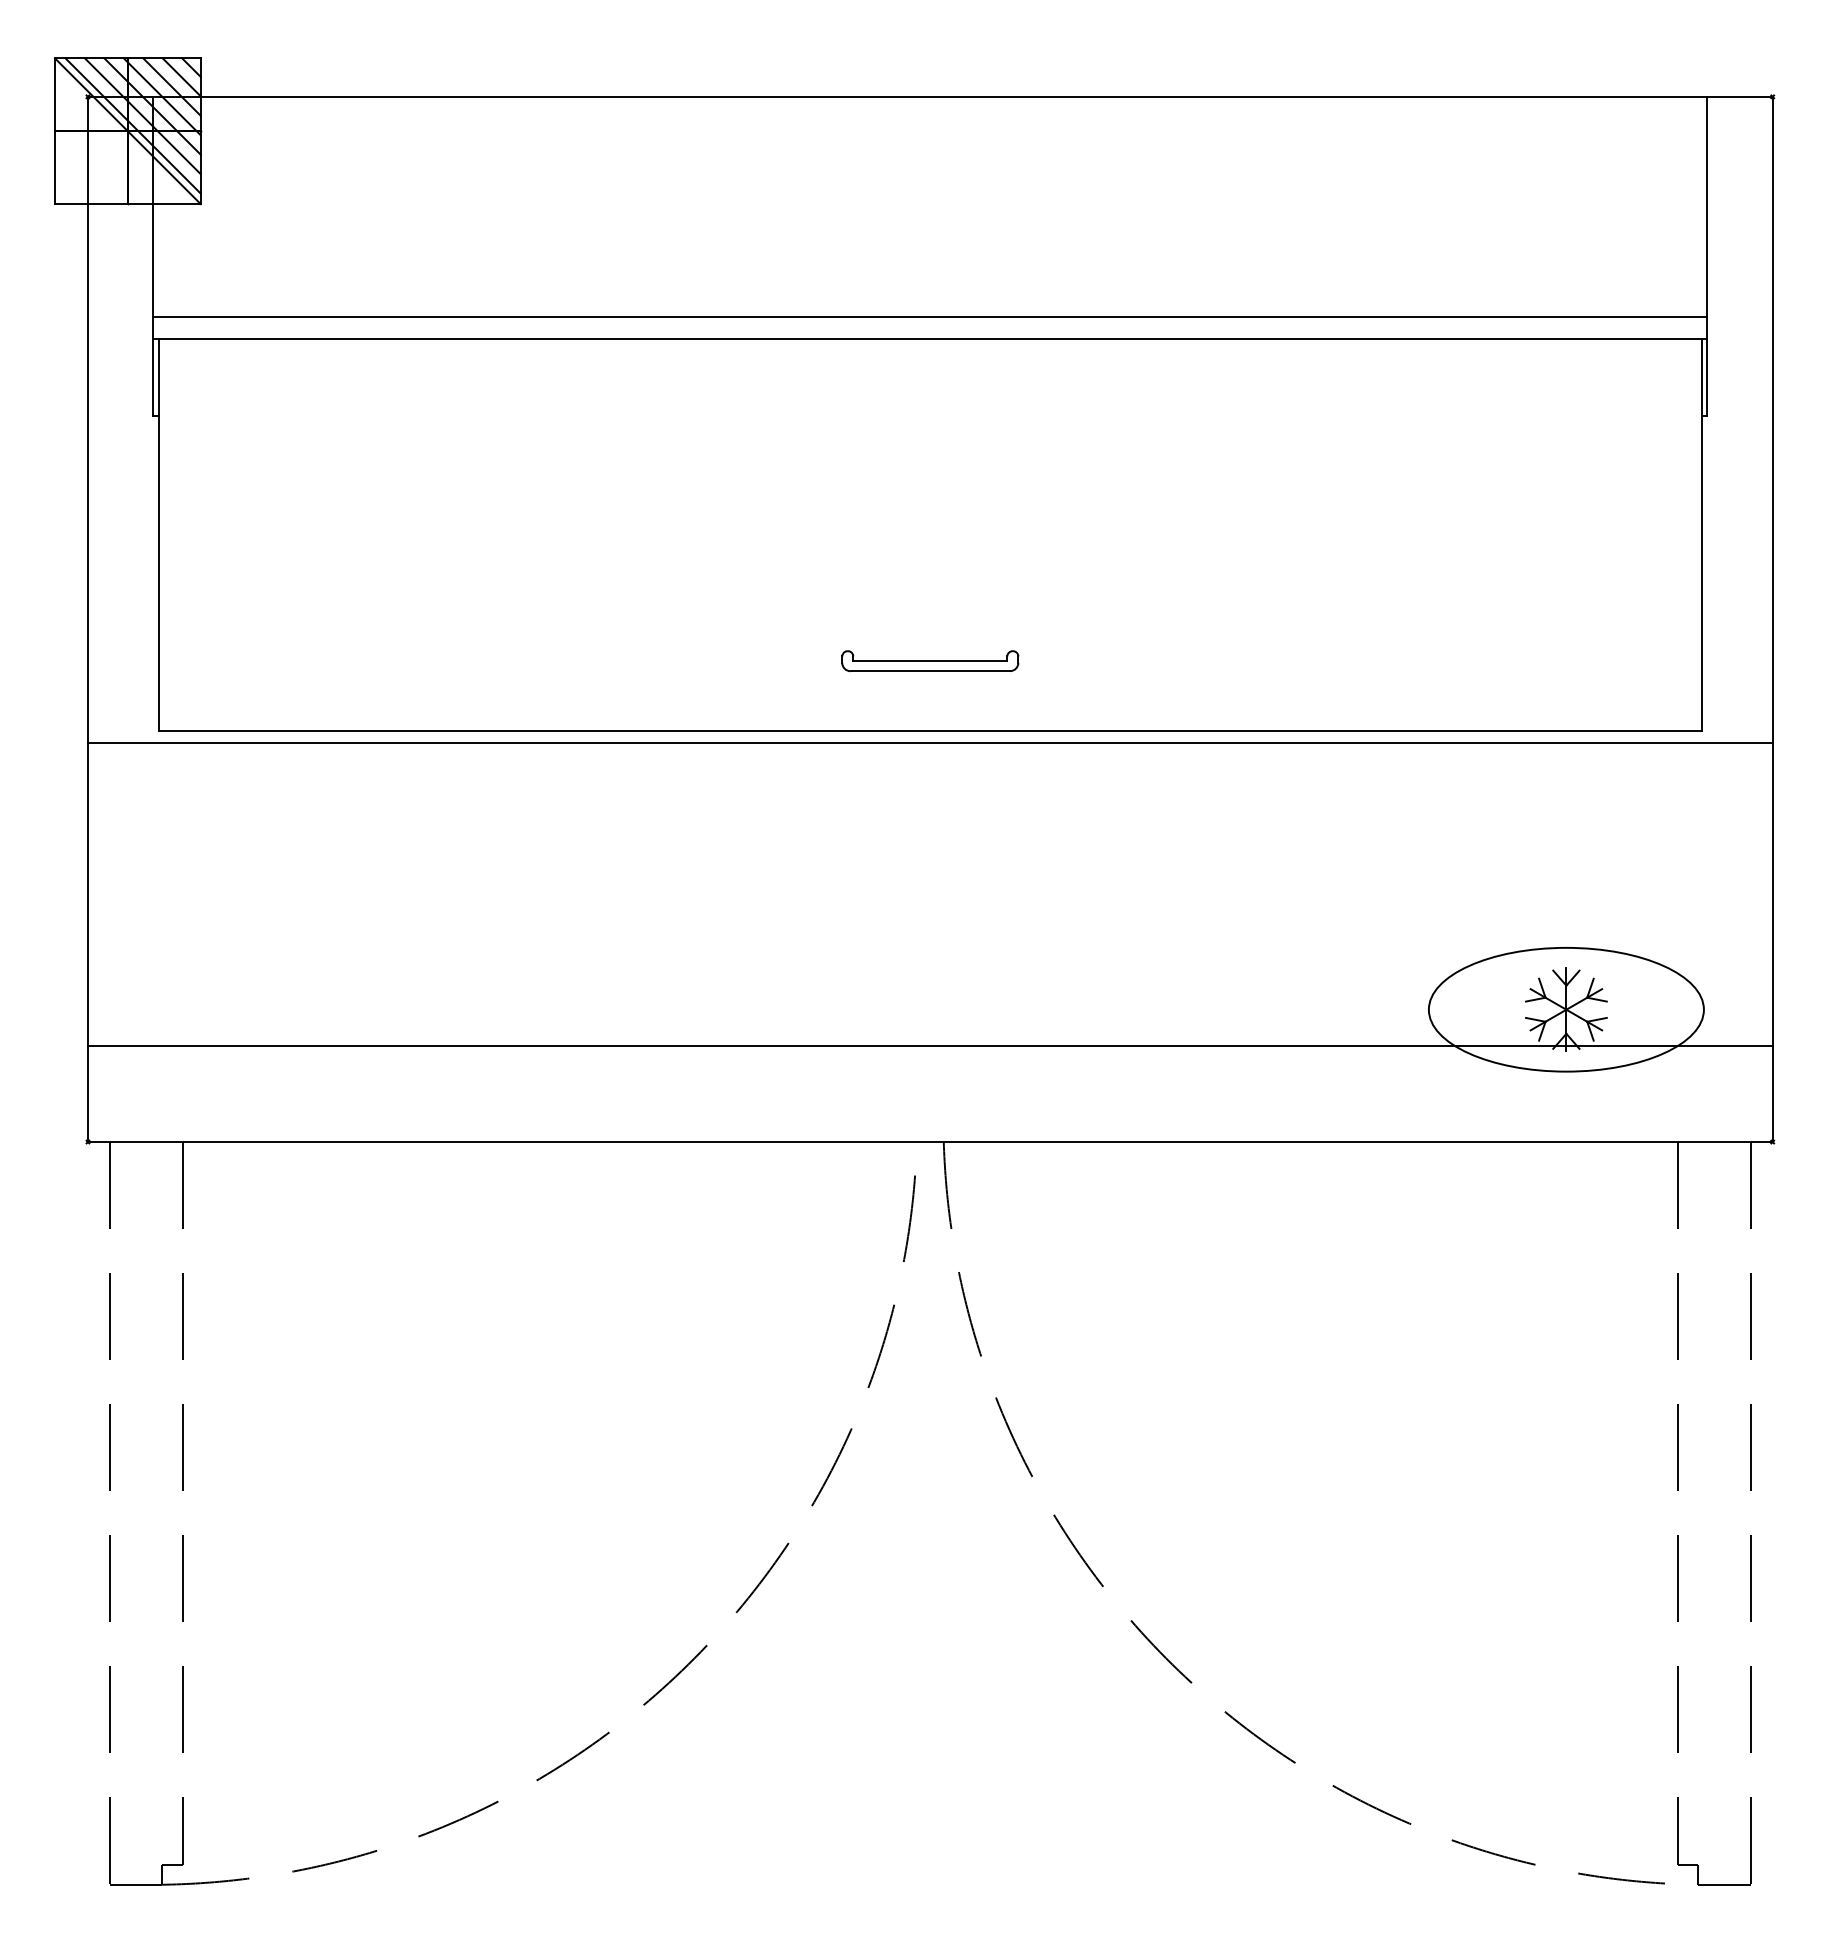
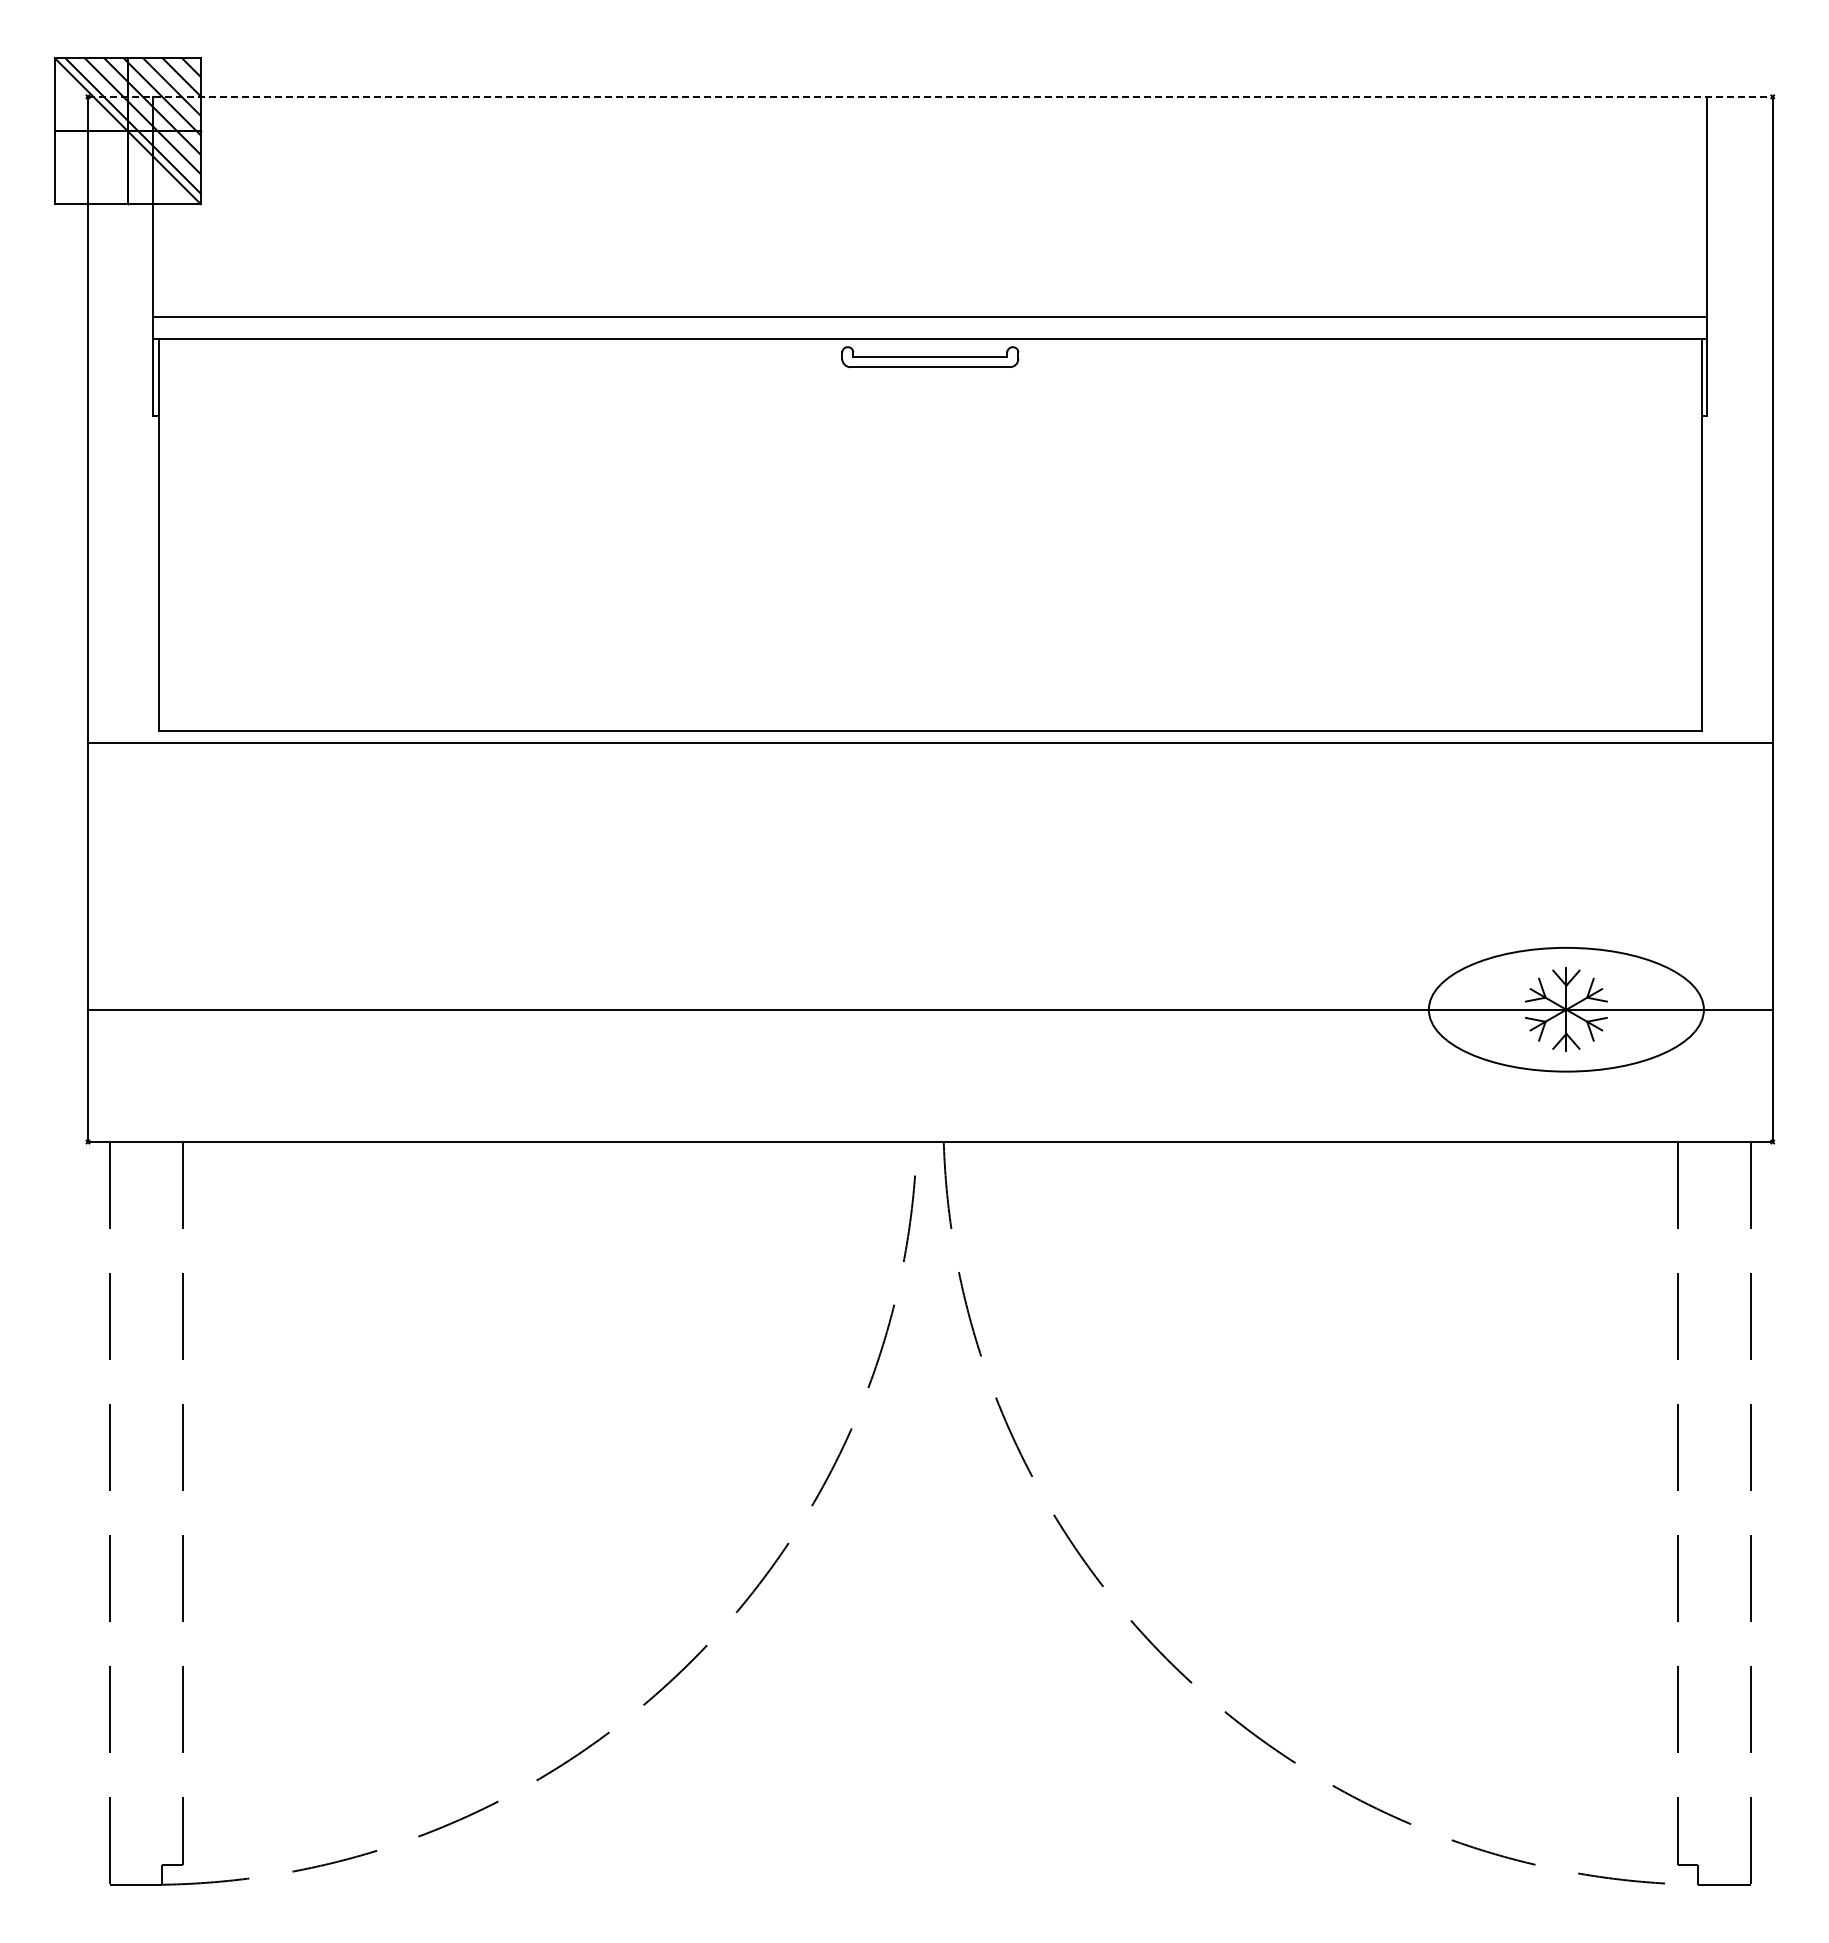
line at (930, 96): solid -> dashed
part at (930, 660) position: (930, 660) -> (930, 356)
line at (929, 1045) position: (929, 1045) -> (929, 1009)
